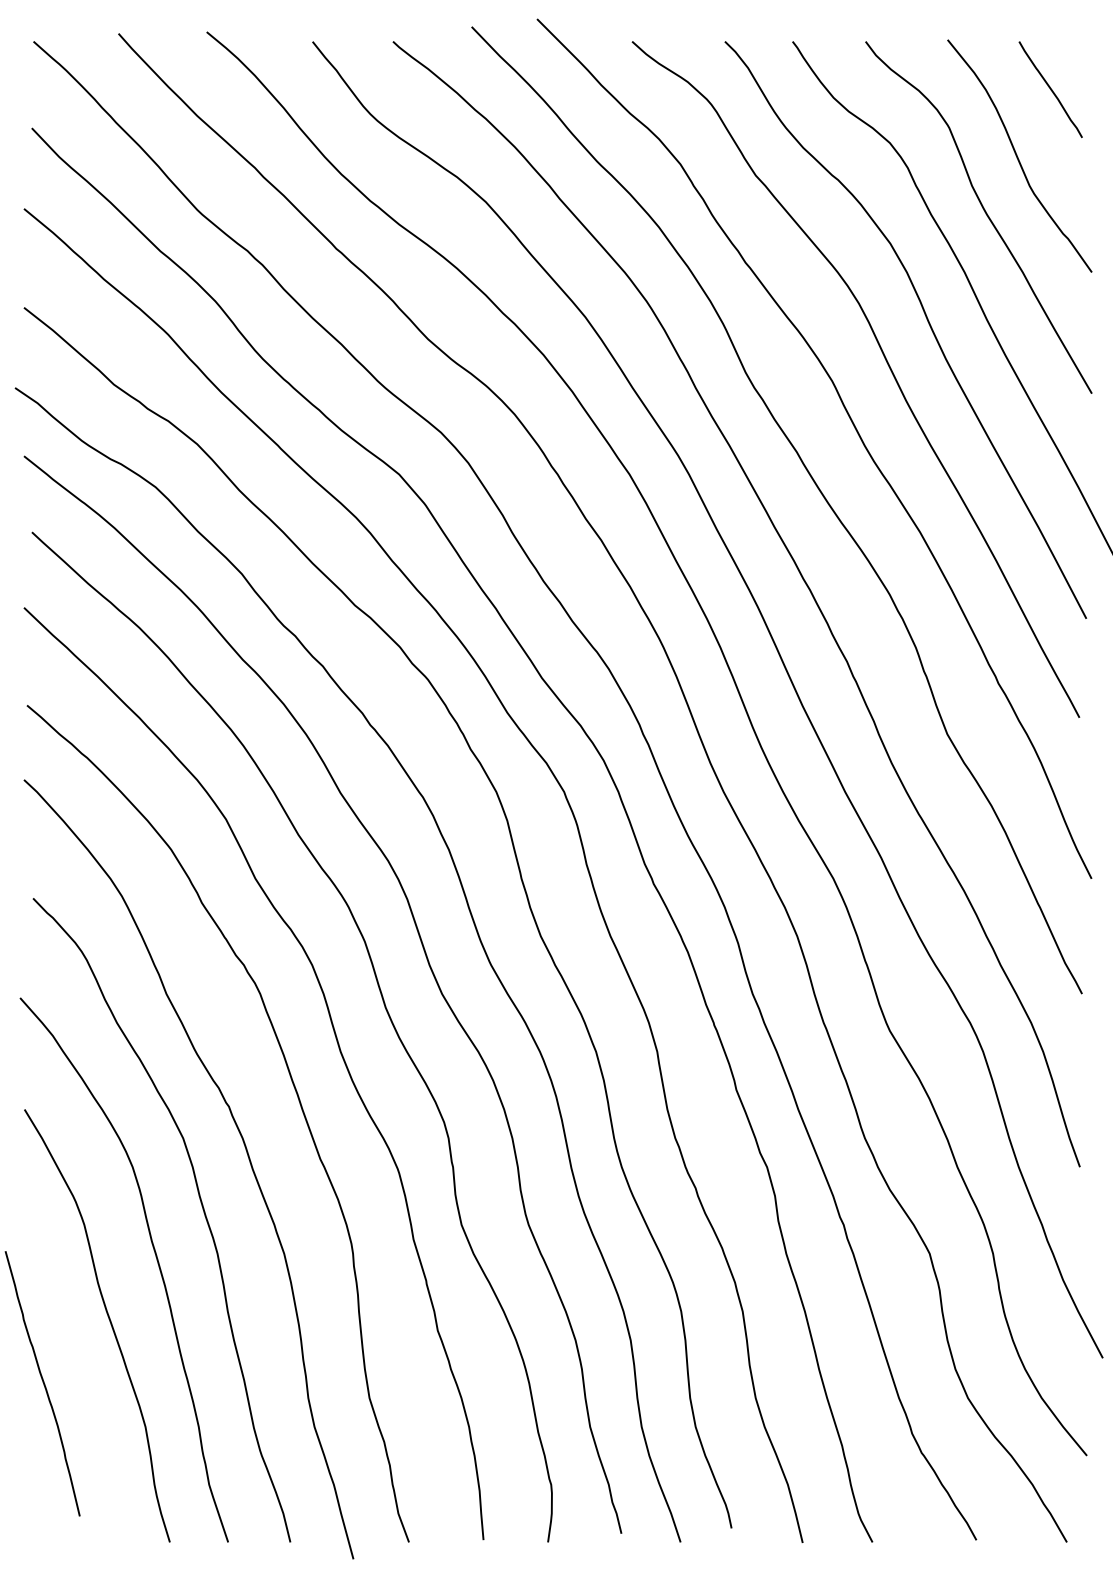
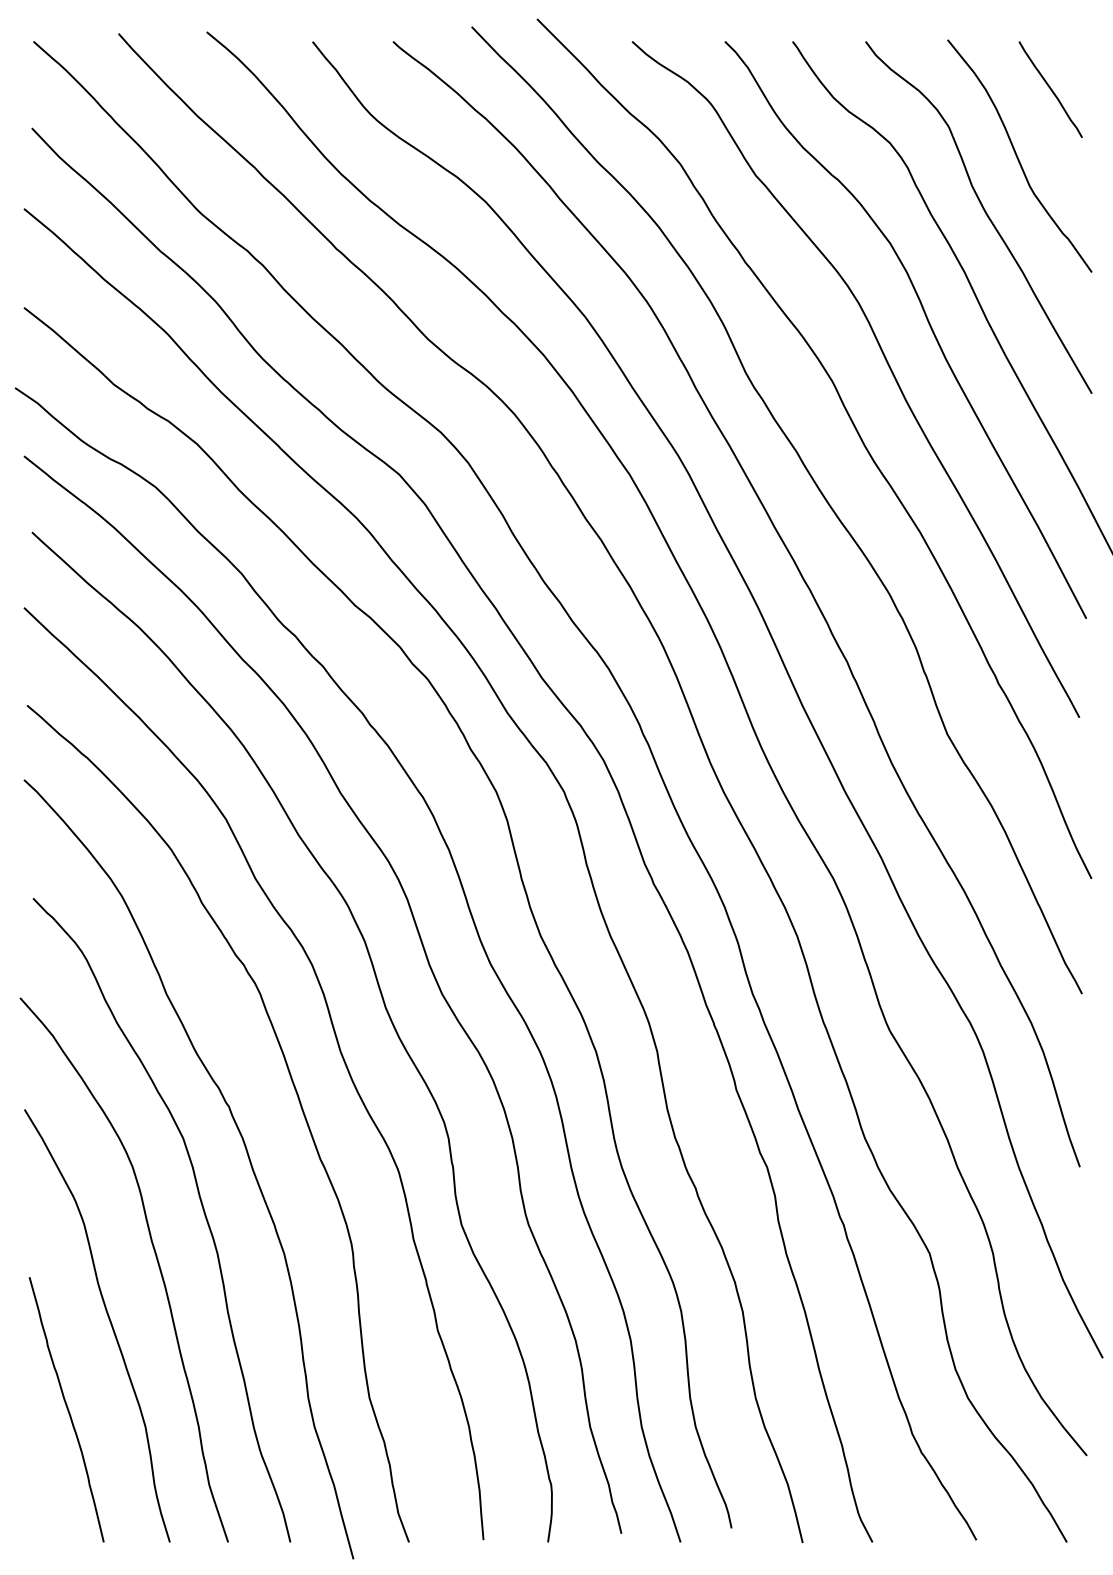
curve at (42, 1382) position: (42, 1382) -> (66, 1408)
